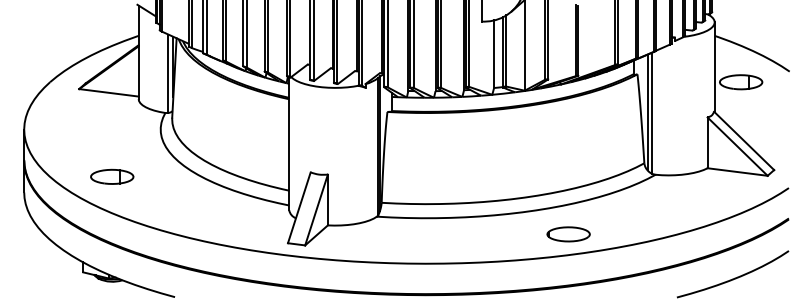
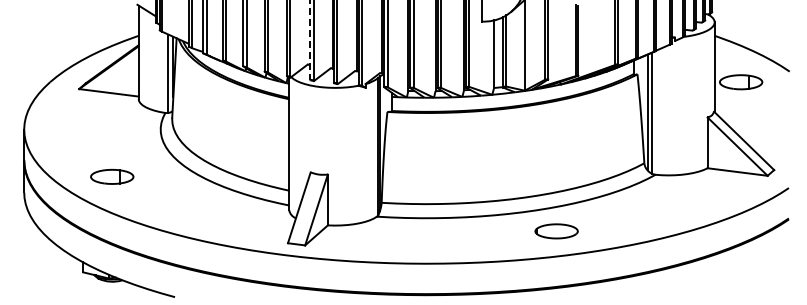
line at (309, 39): solid -> dashed
part at (568, 234) position: (568, 234) -> (556, 231)
curve at (734, 277): present -> none
